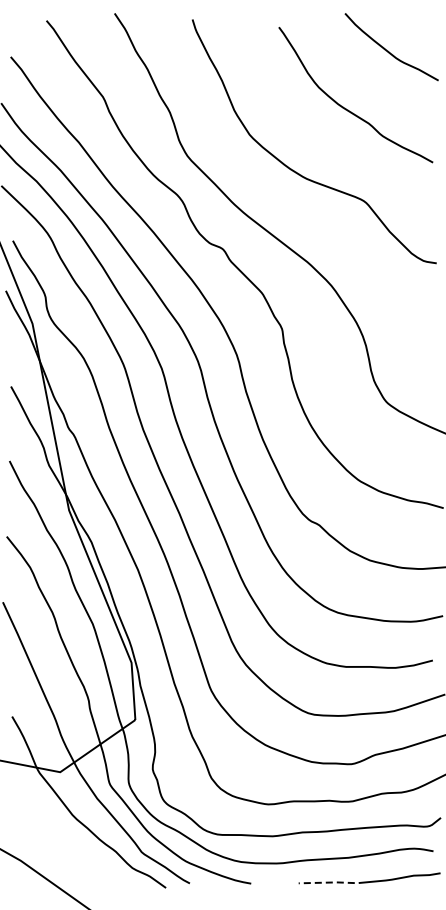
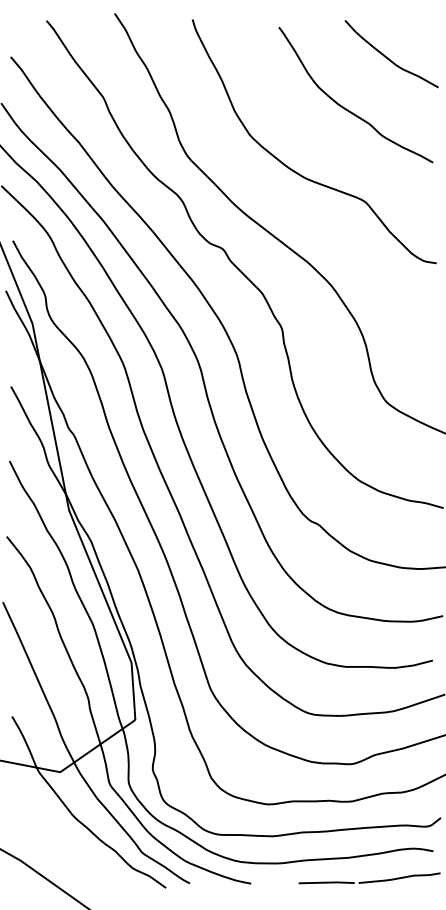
curve at (388, 50) position: (388, 50) -> (388, 57)
line at (327, 882): dashed -> solid
